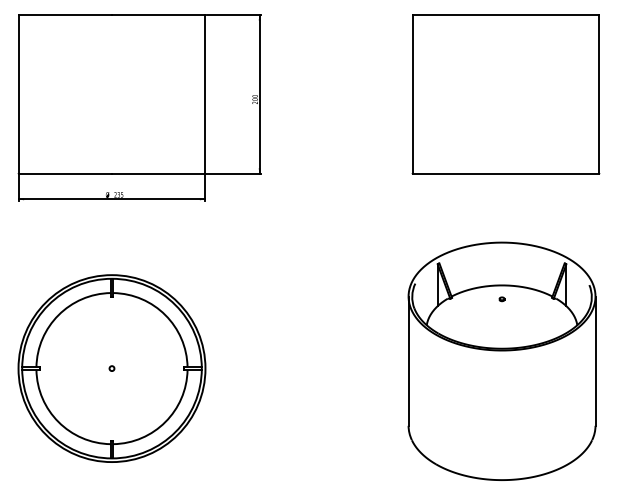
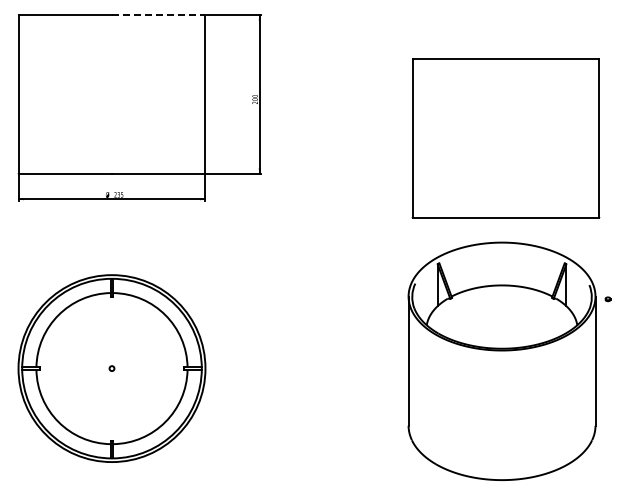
line at (158, 14): solid -> dashed
part at (505, 94) position: (505, 94) -> (505, 138)
part at (501, 299) position: (501, 299) -> (607, 299)
